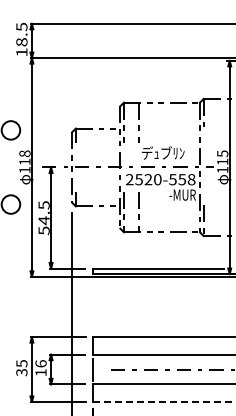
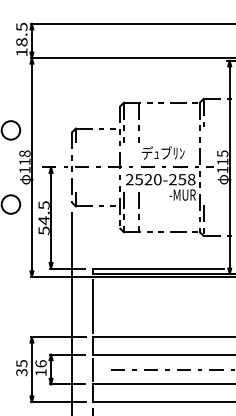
text at (172, 179): 2520-558 -> 2520-258
line at (92, 306): none -> present
line at (164, 401): dashed -> solid
